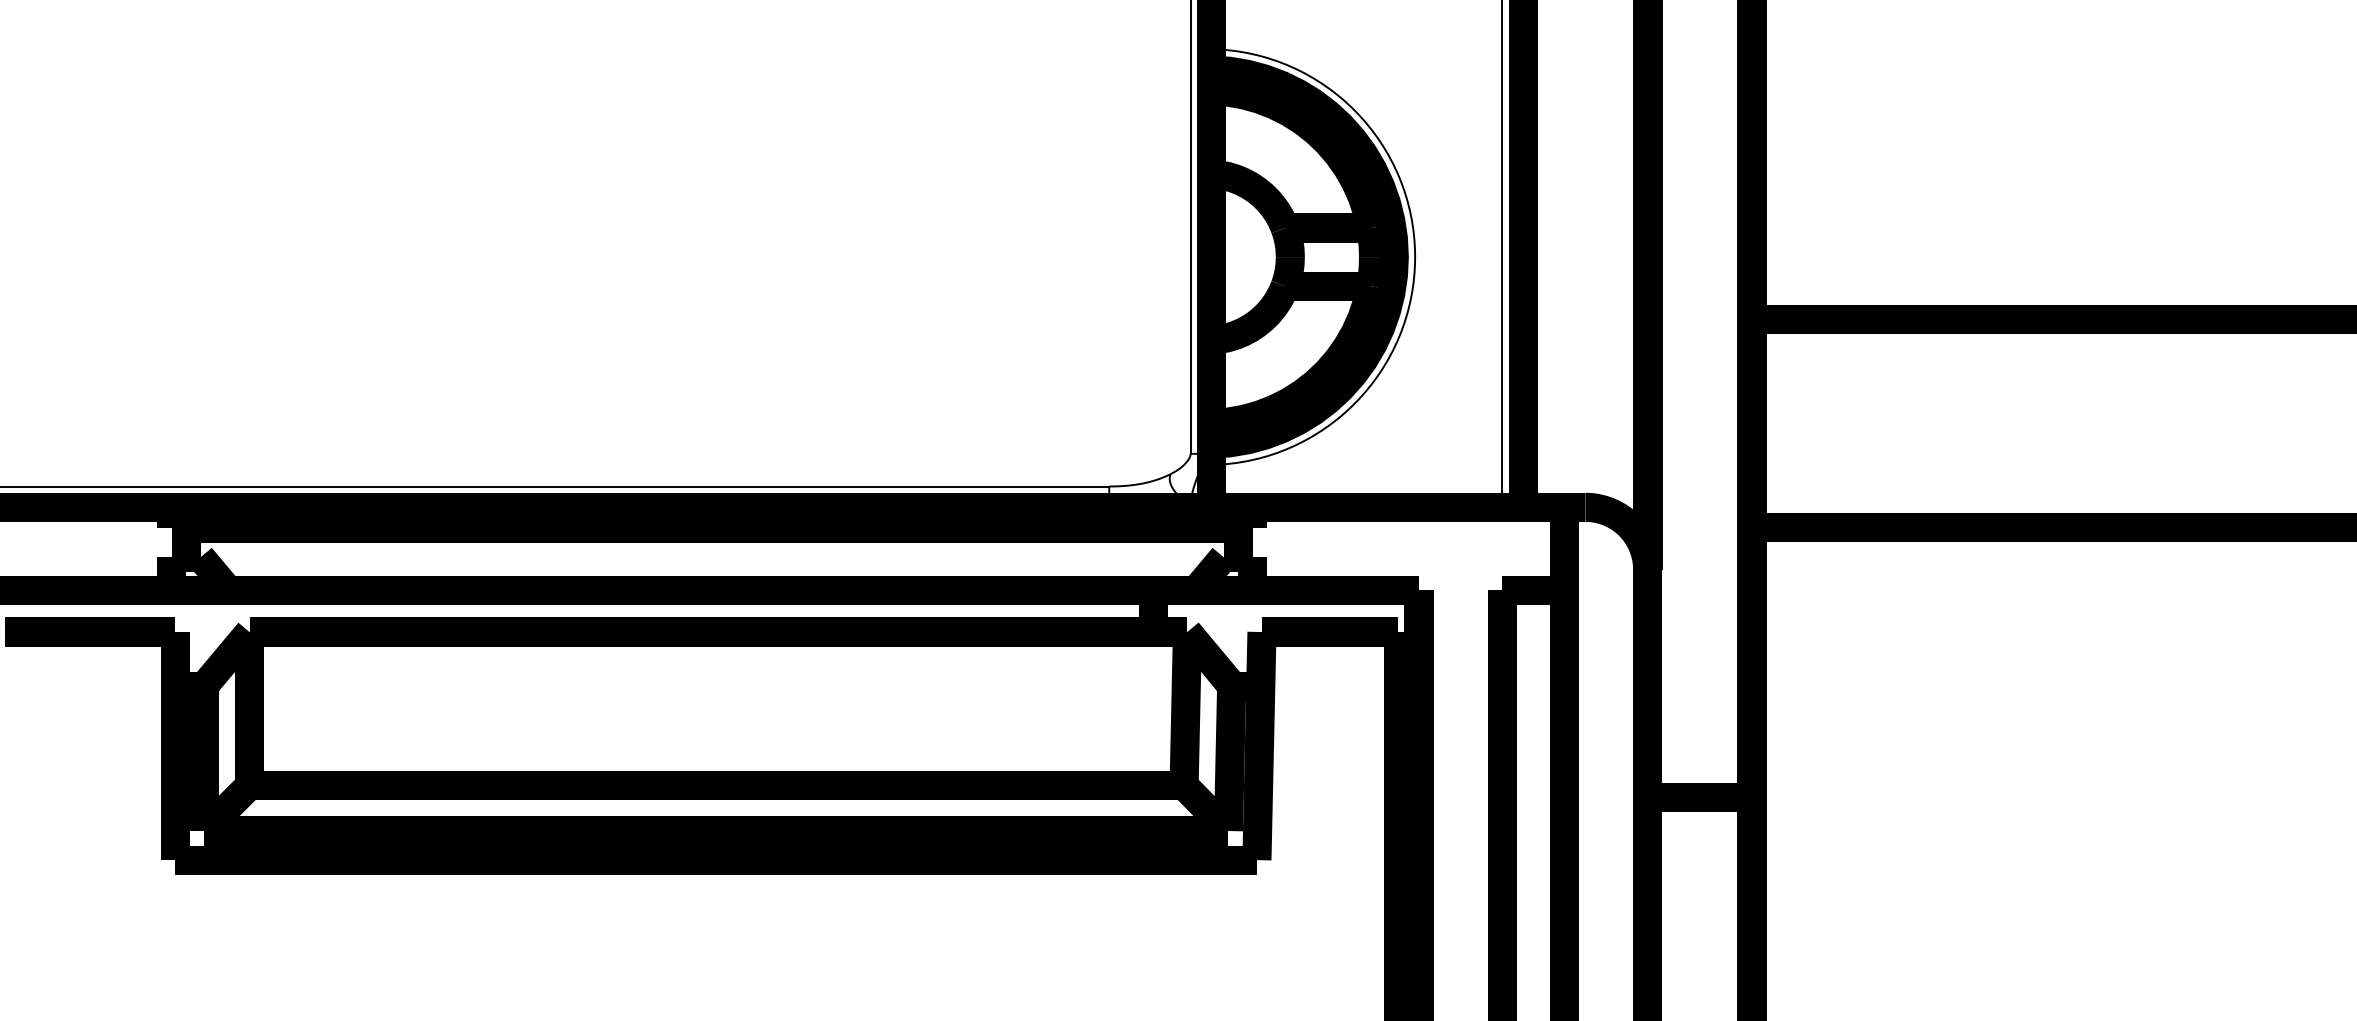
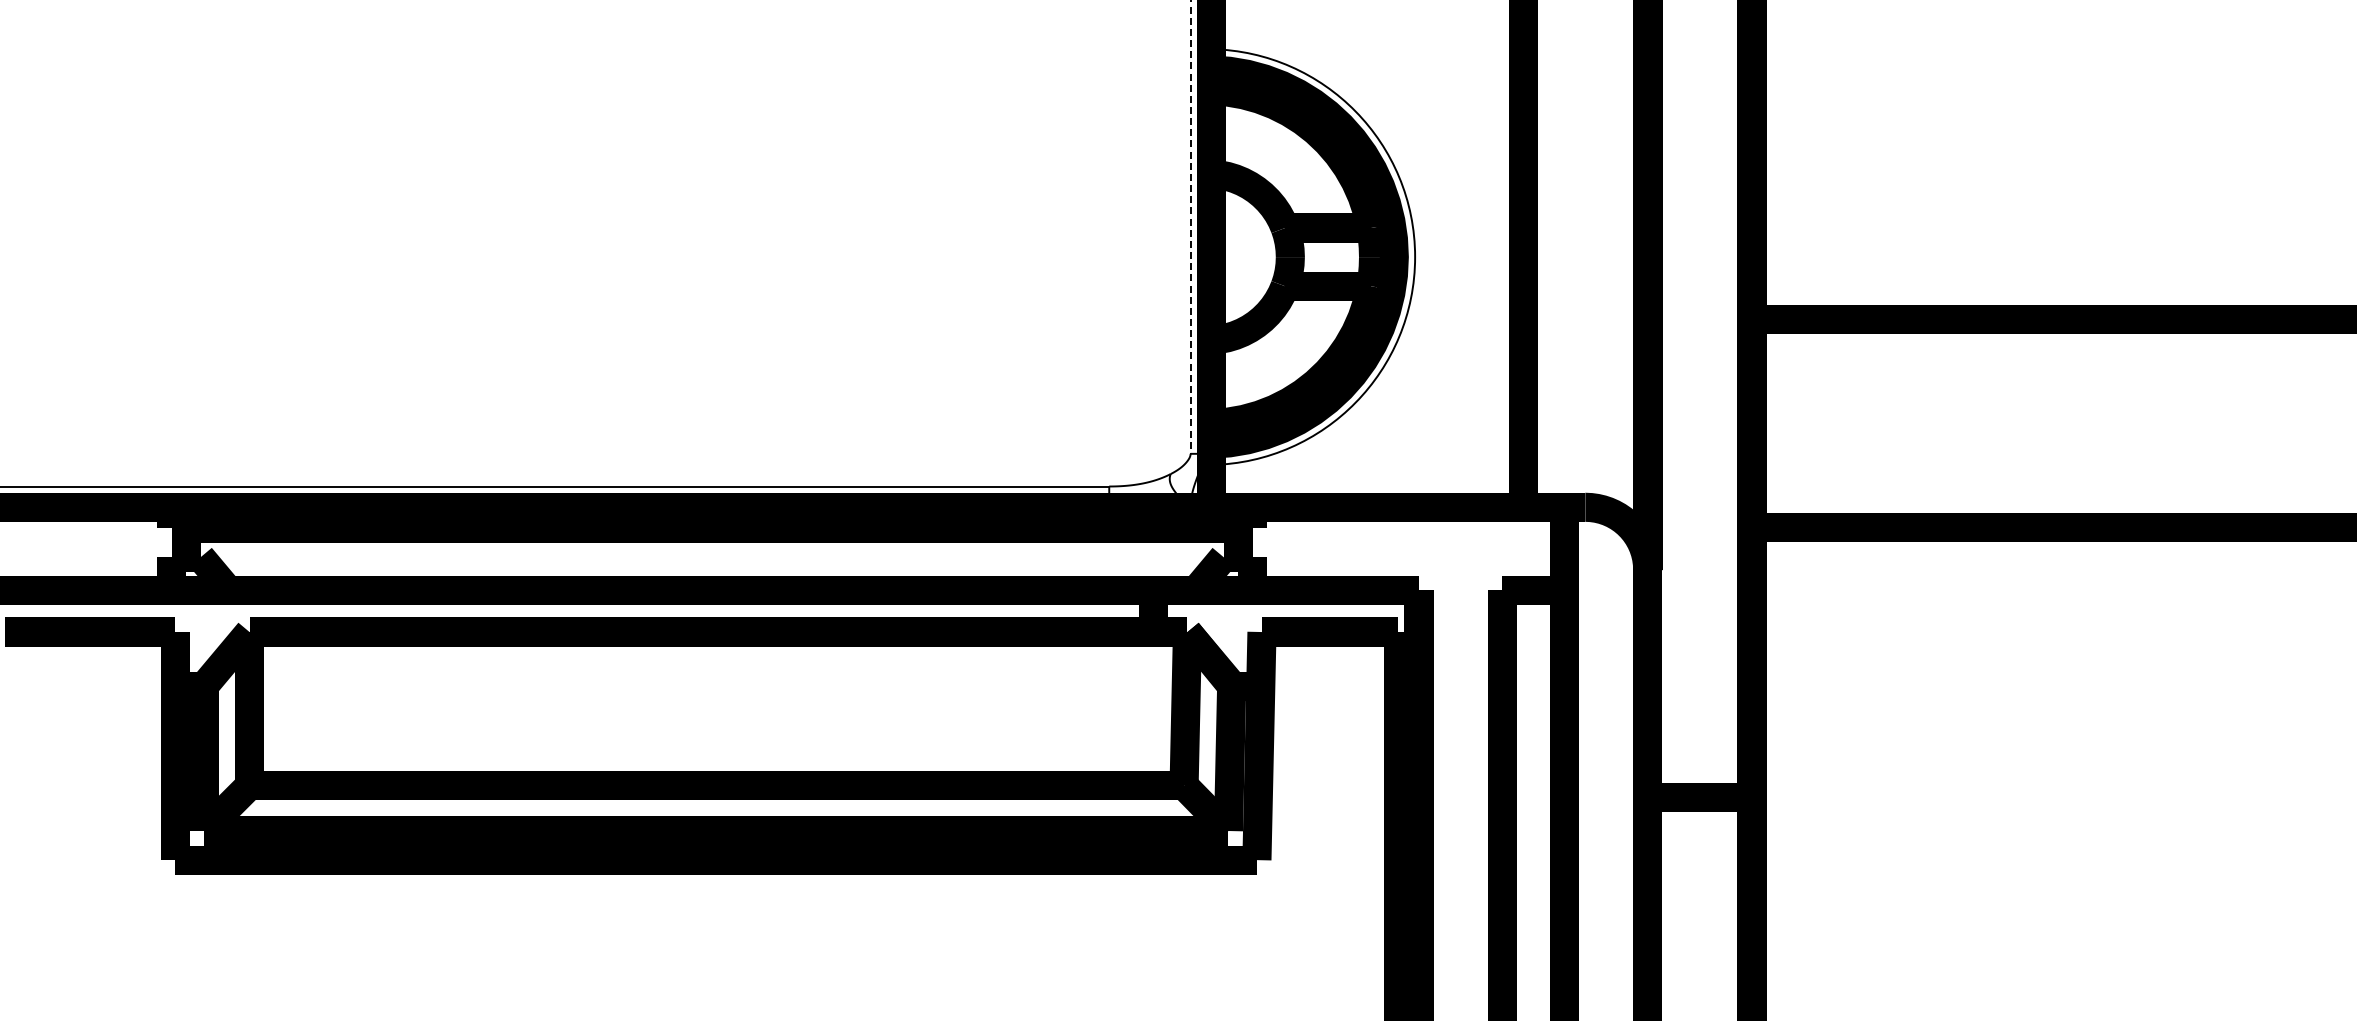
line at (1190, 227): solid -> dashed
line at (1502, 254): present -> none
